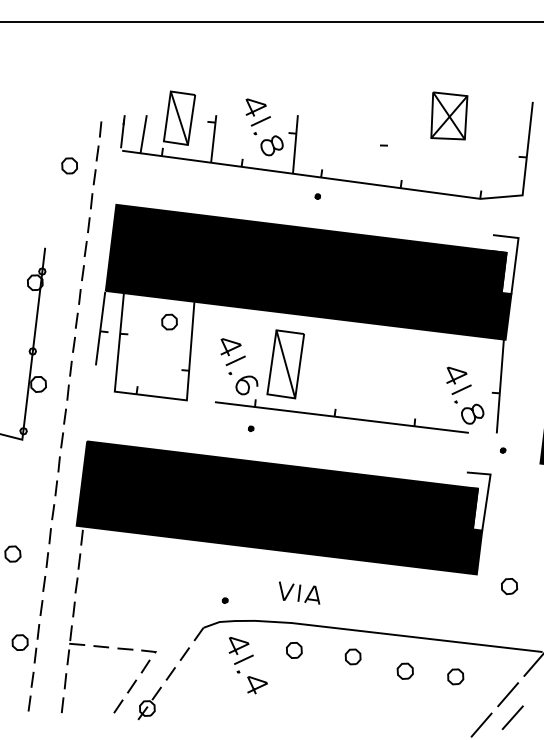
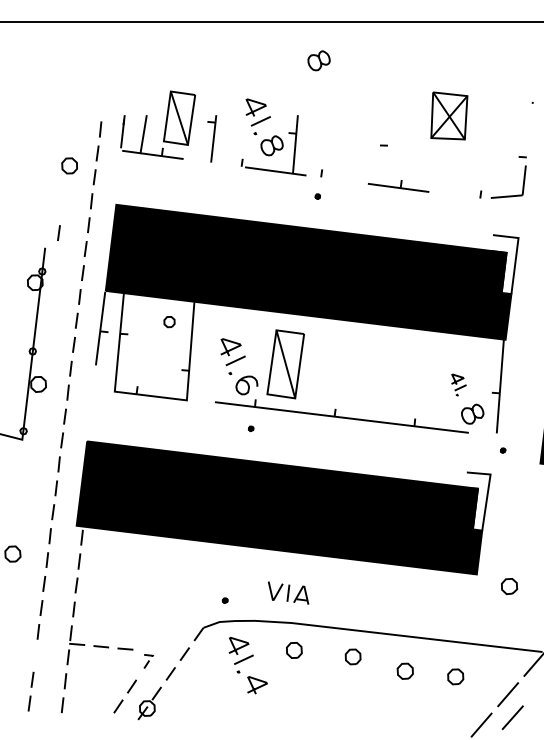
curve at (318, 59): none -> present
line at (370, 184): solid -> dashed
line at (58, 233): none -> present
part at (169, 321) size: 17x18 px -> 13x13 px
part at (458, 384) size: 26x38 px -> 16x24 px
part at (299, 592) position: (299, 592) -> (288, 592)
part at (24, 648): present -> none
part at (148, 661) size: 17x25 px -> 11x15 px
